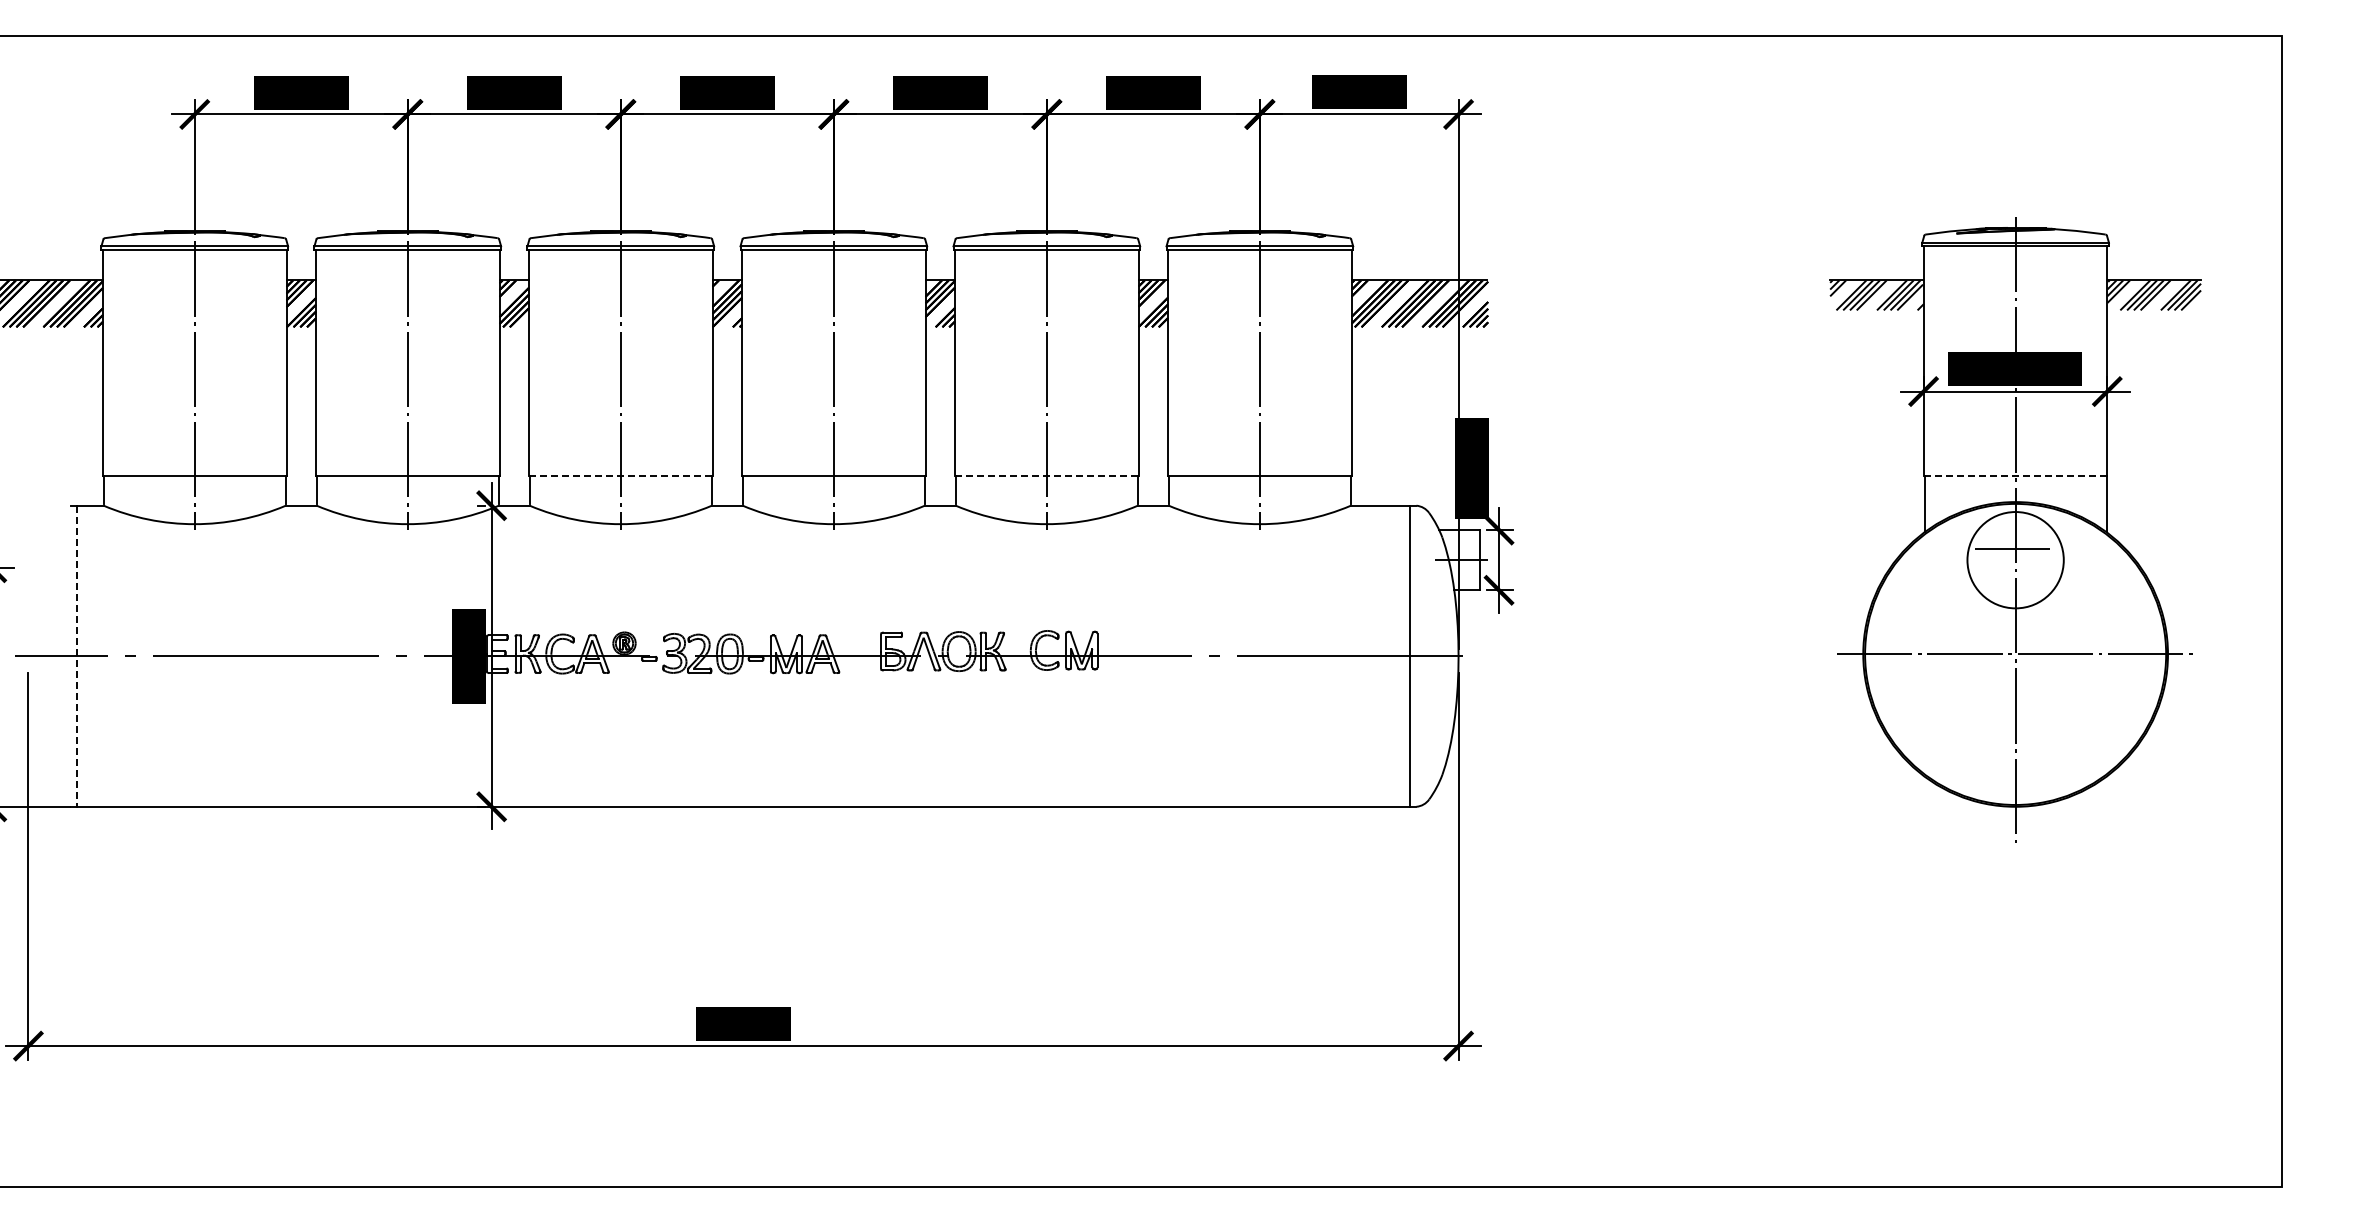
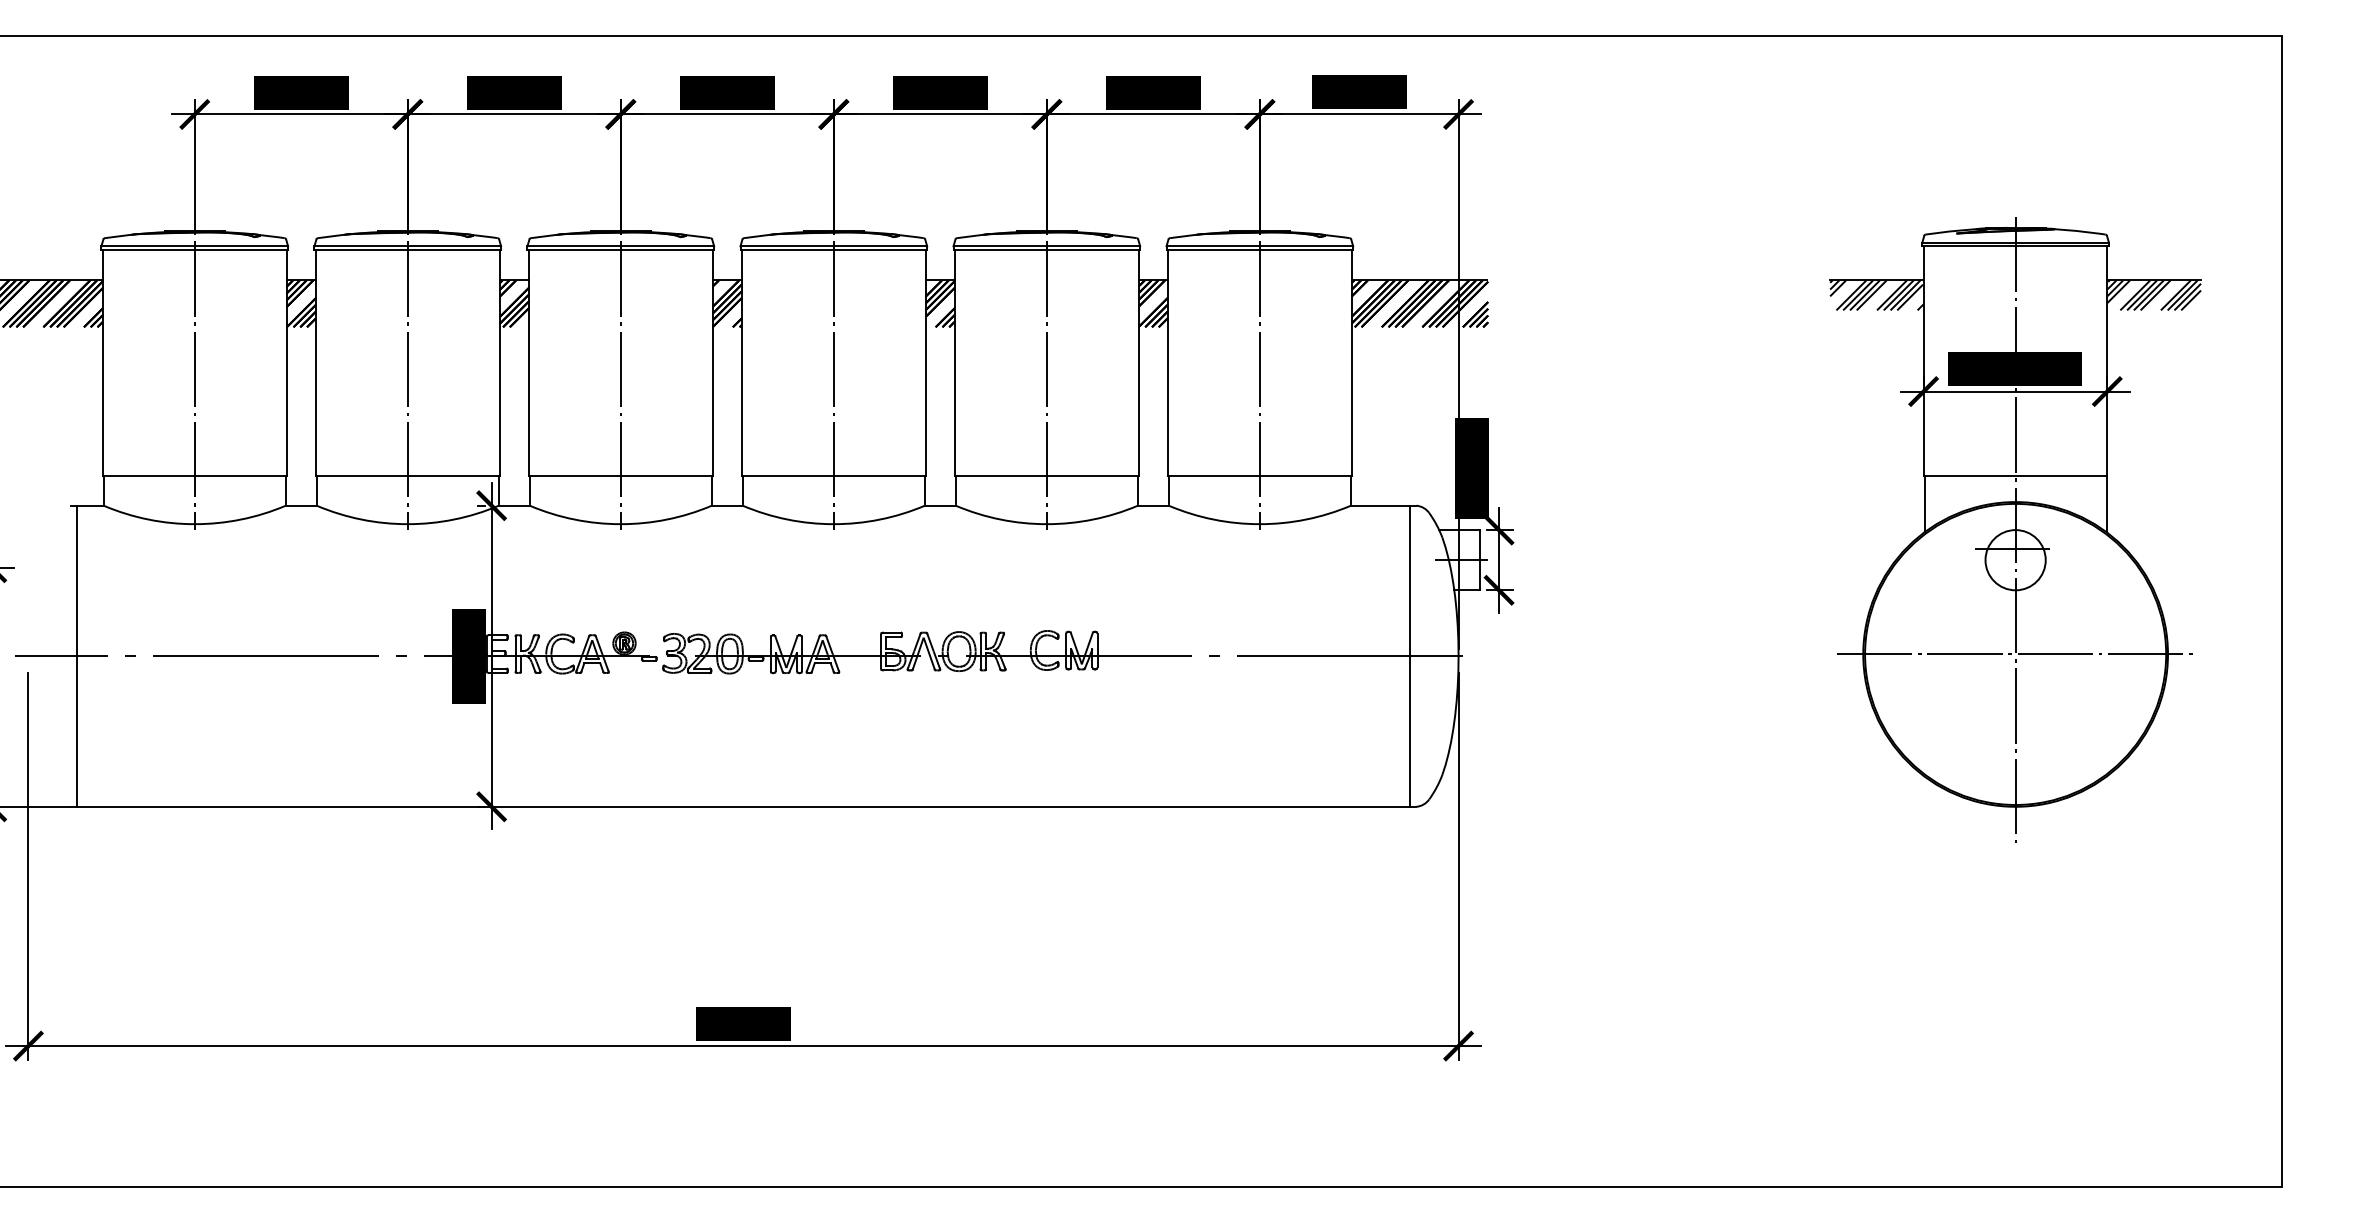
line at (620, 476): dashed -> solid
line at (1046, 476): dashed -> solid
line at (2015, 476): dashed -> solid
circle at (2015, 560) diameter: 96 px -> 60 px
line at (76, 656): dashed -> solid
